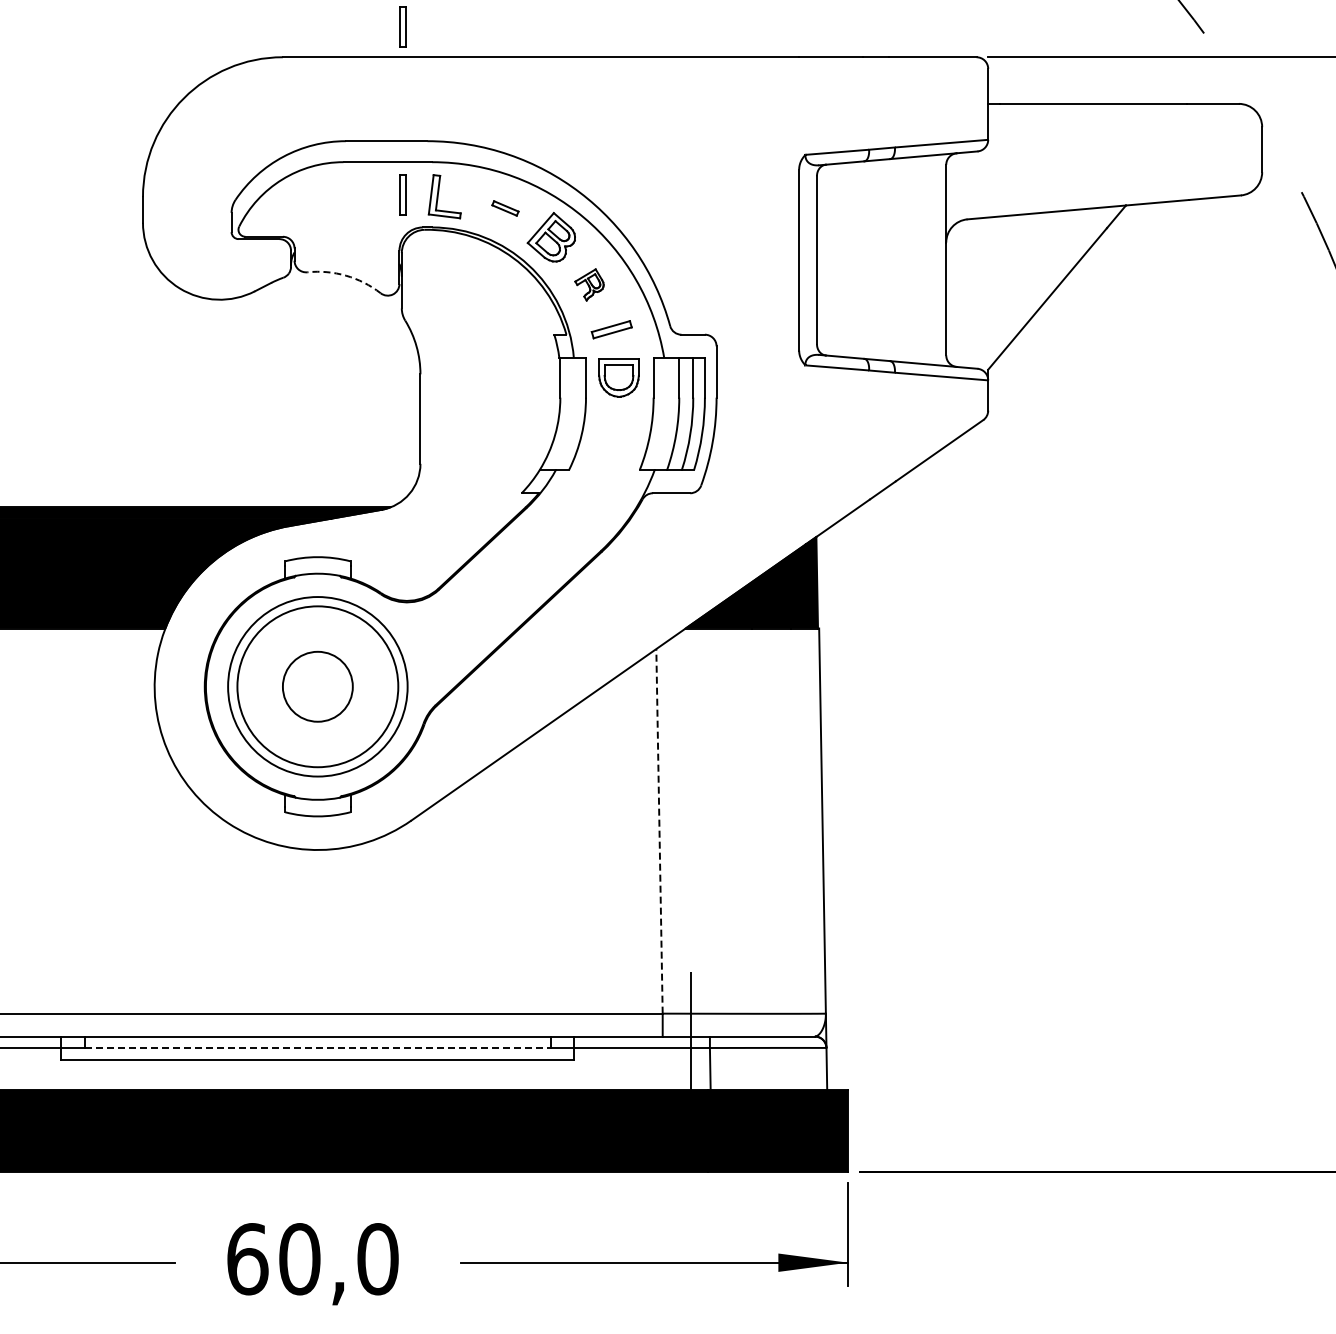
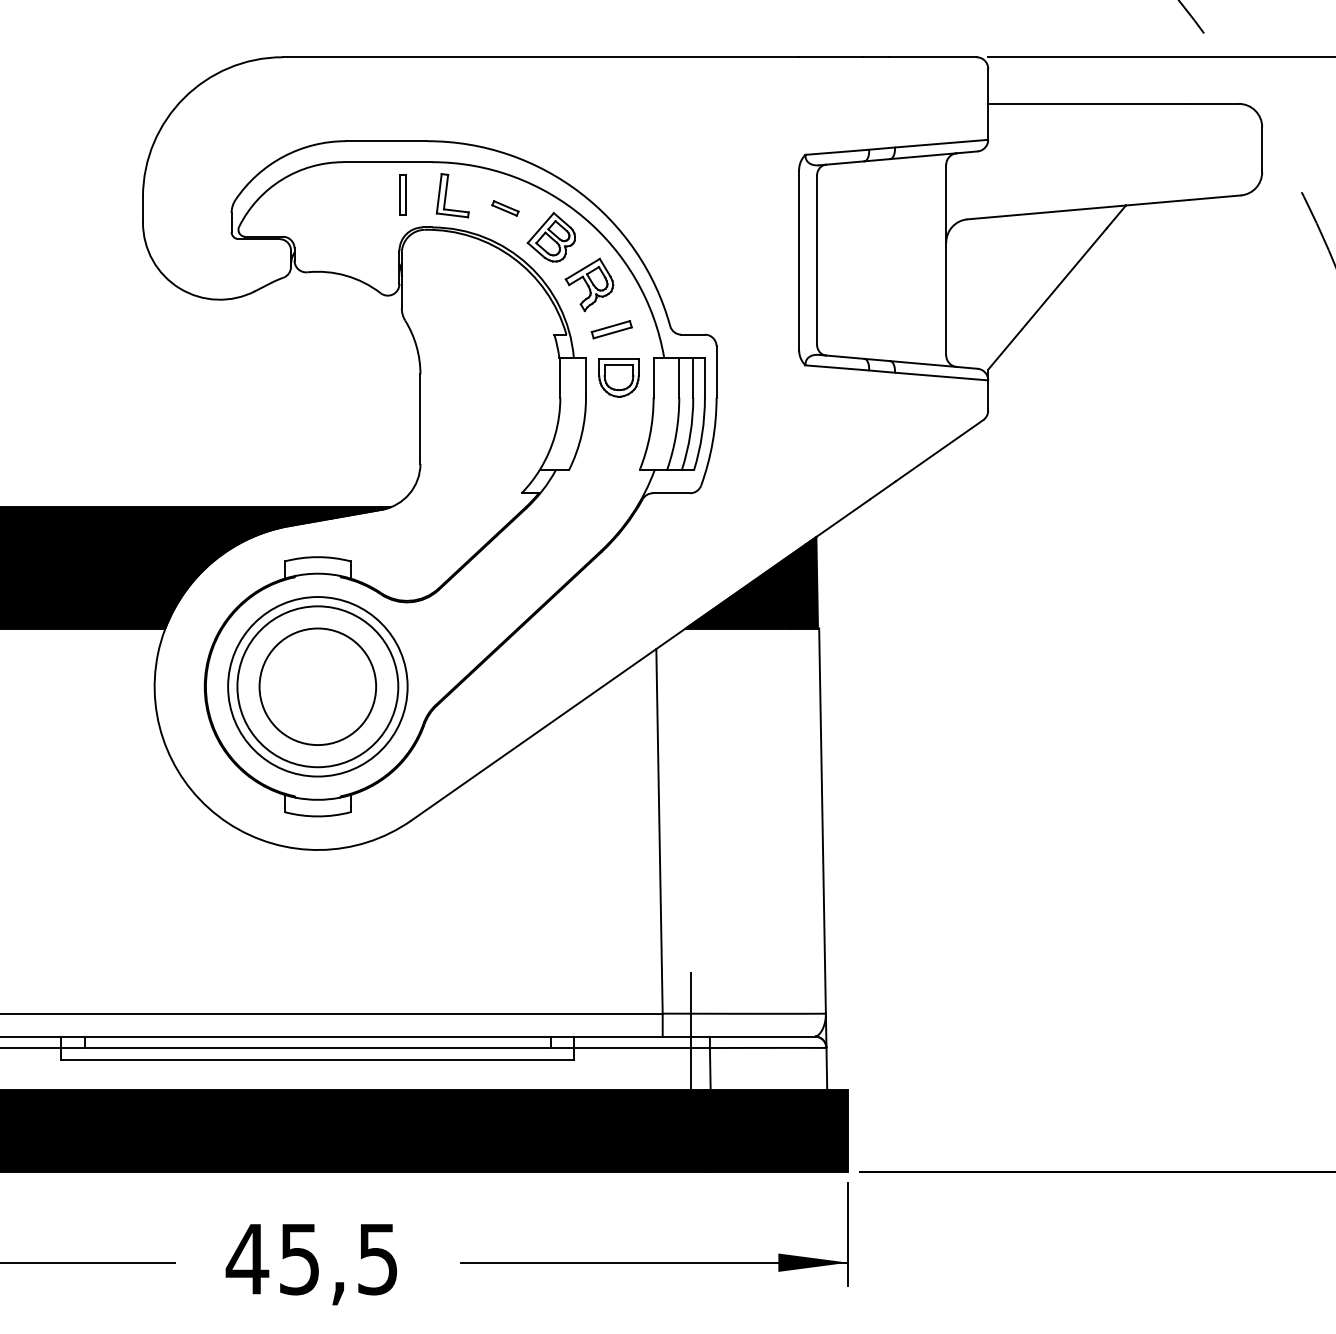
part at (402, 26): present -> none
part at (444, 196) position: (444, 196) -> (452, 195)
arc at (346, 275): dashed -> solid
part at (589, 284) size: 31x34 px -> 51x56 px
circle at (317, 686) diameter: 70 px -> 117 px
line at (659, 830): dashed -> solid
line at (318, 1048): dashed -> solid
text at (311, 1259): 60,0 -> 45,5
